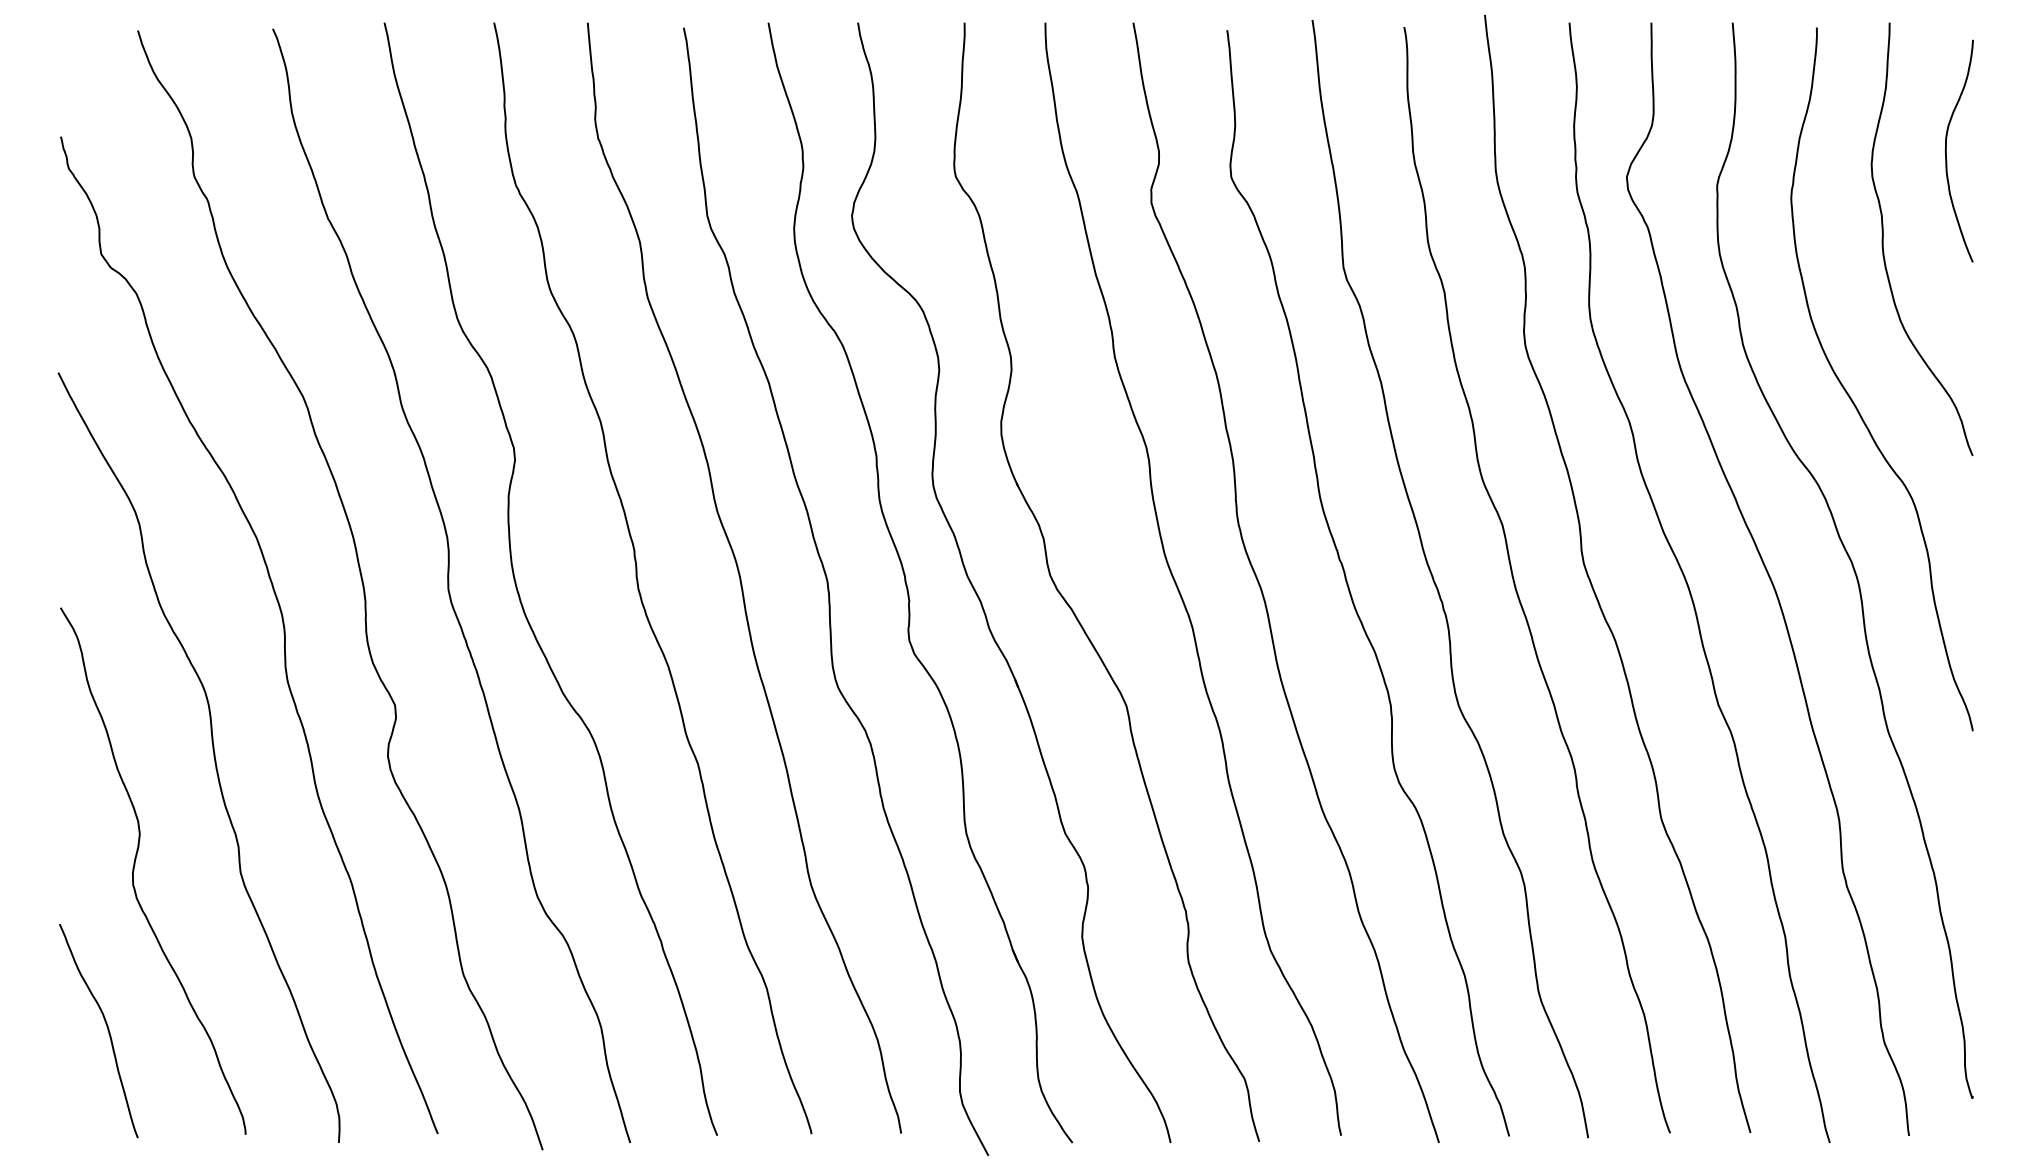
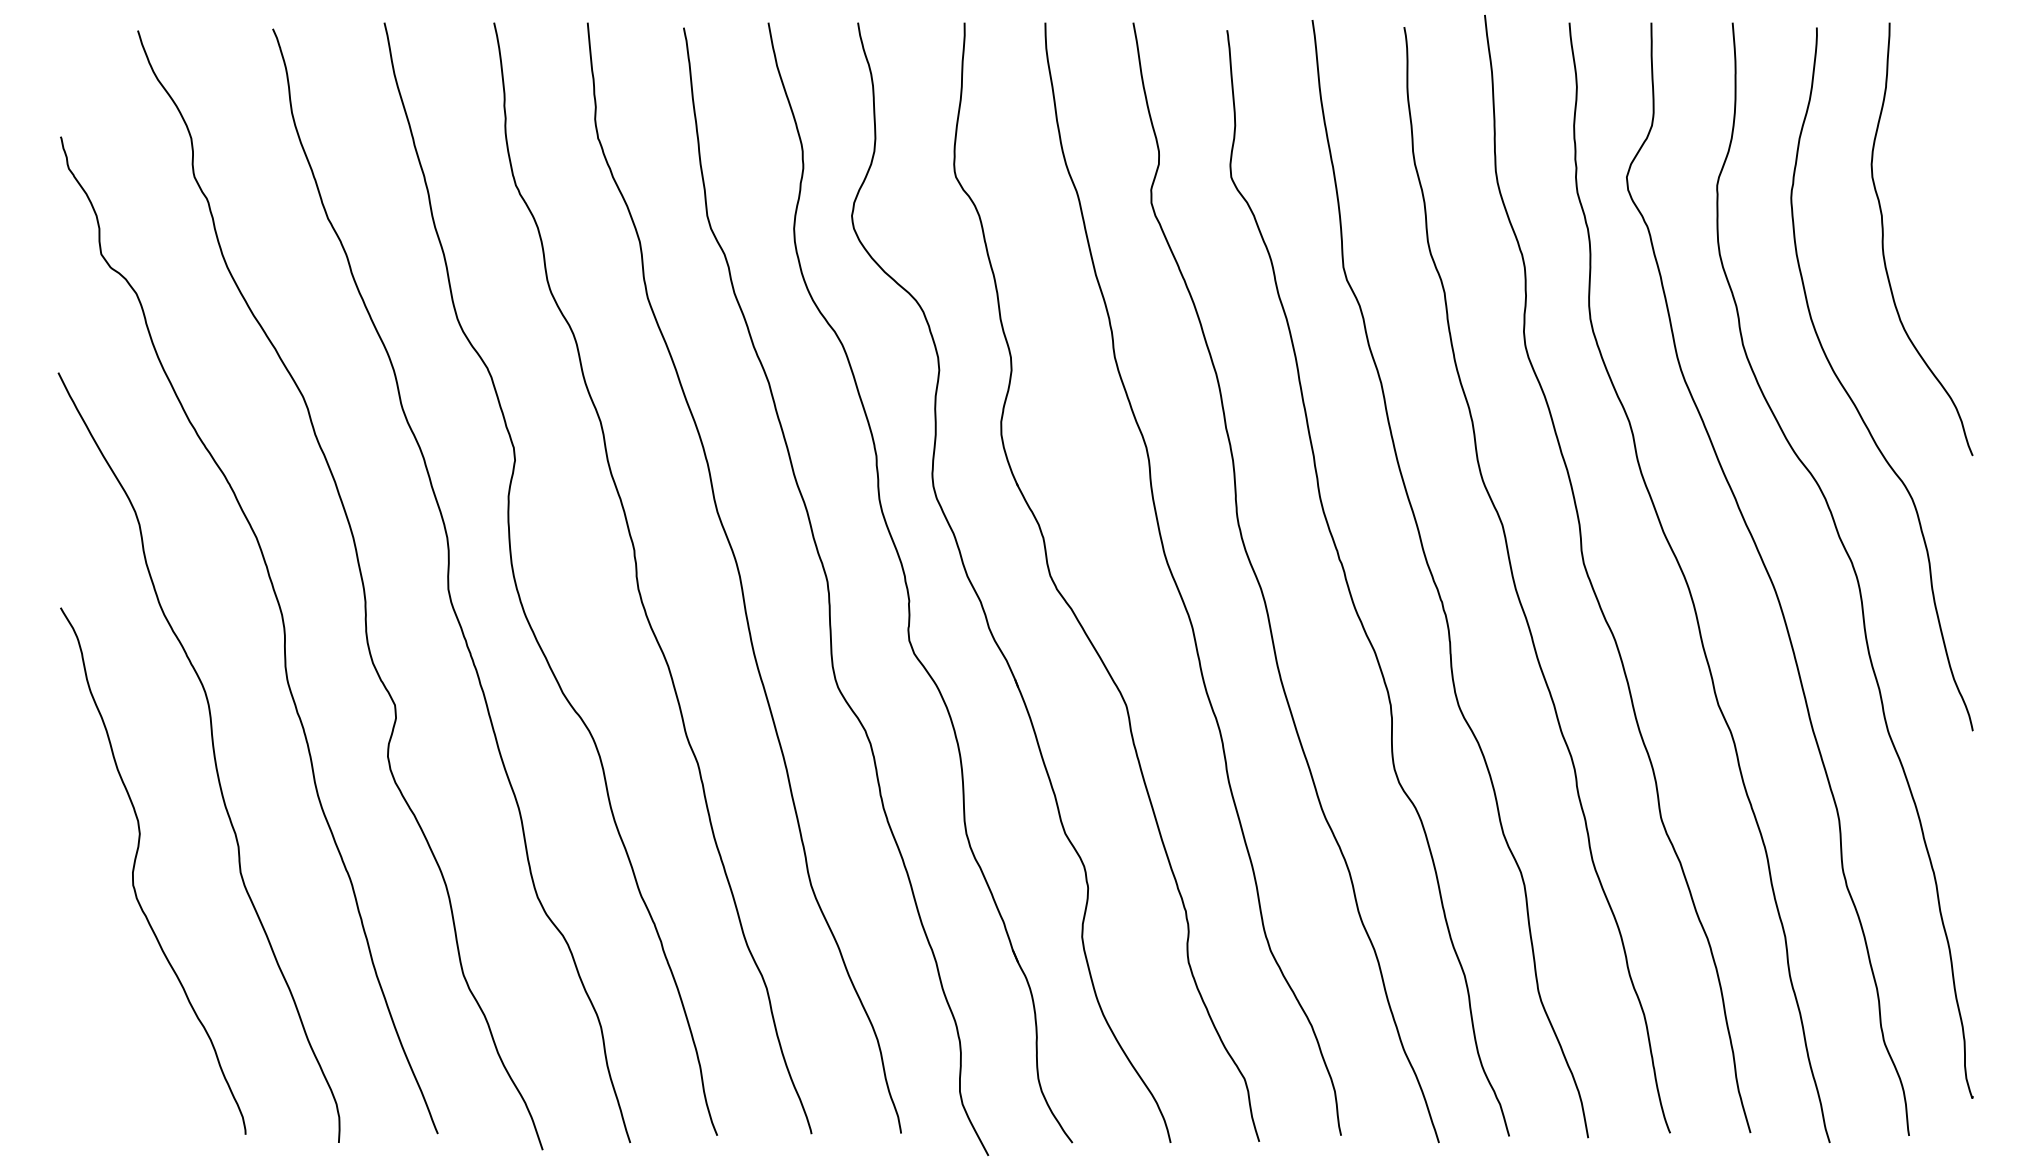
curve at (1946, 150): present -> none
curve at (107, 1030): present -> none
